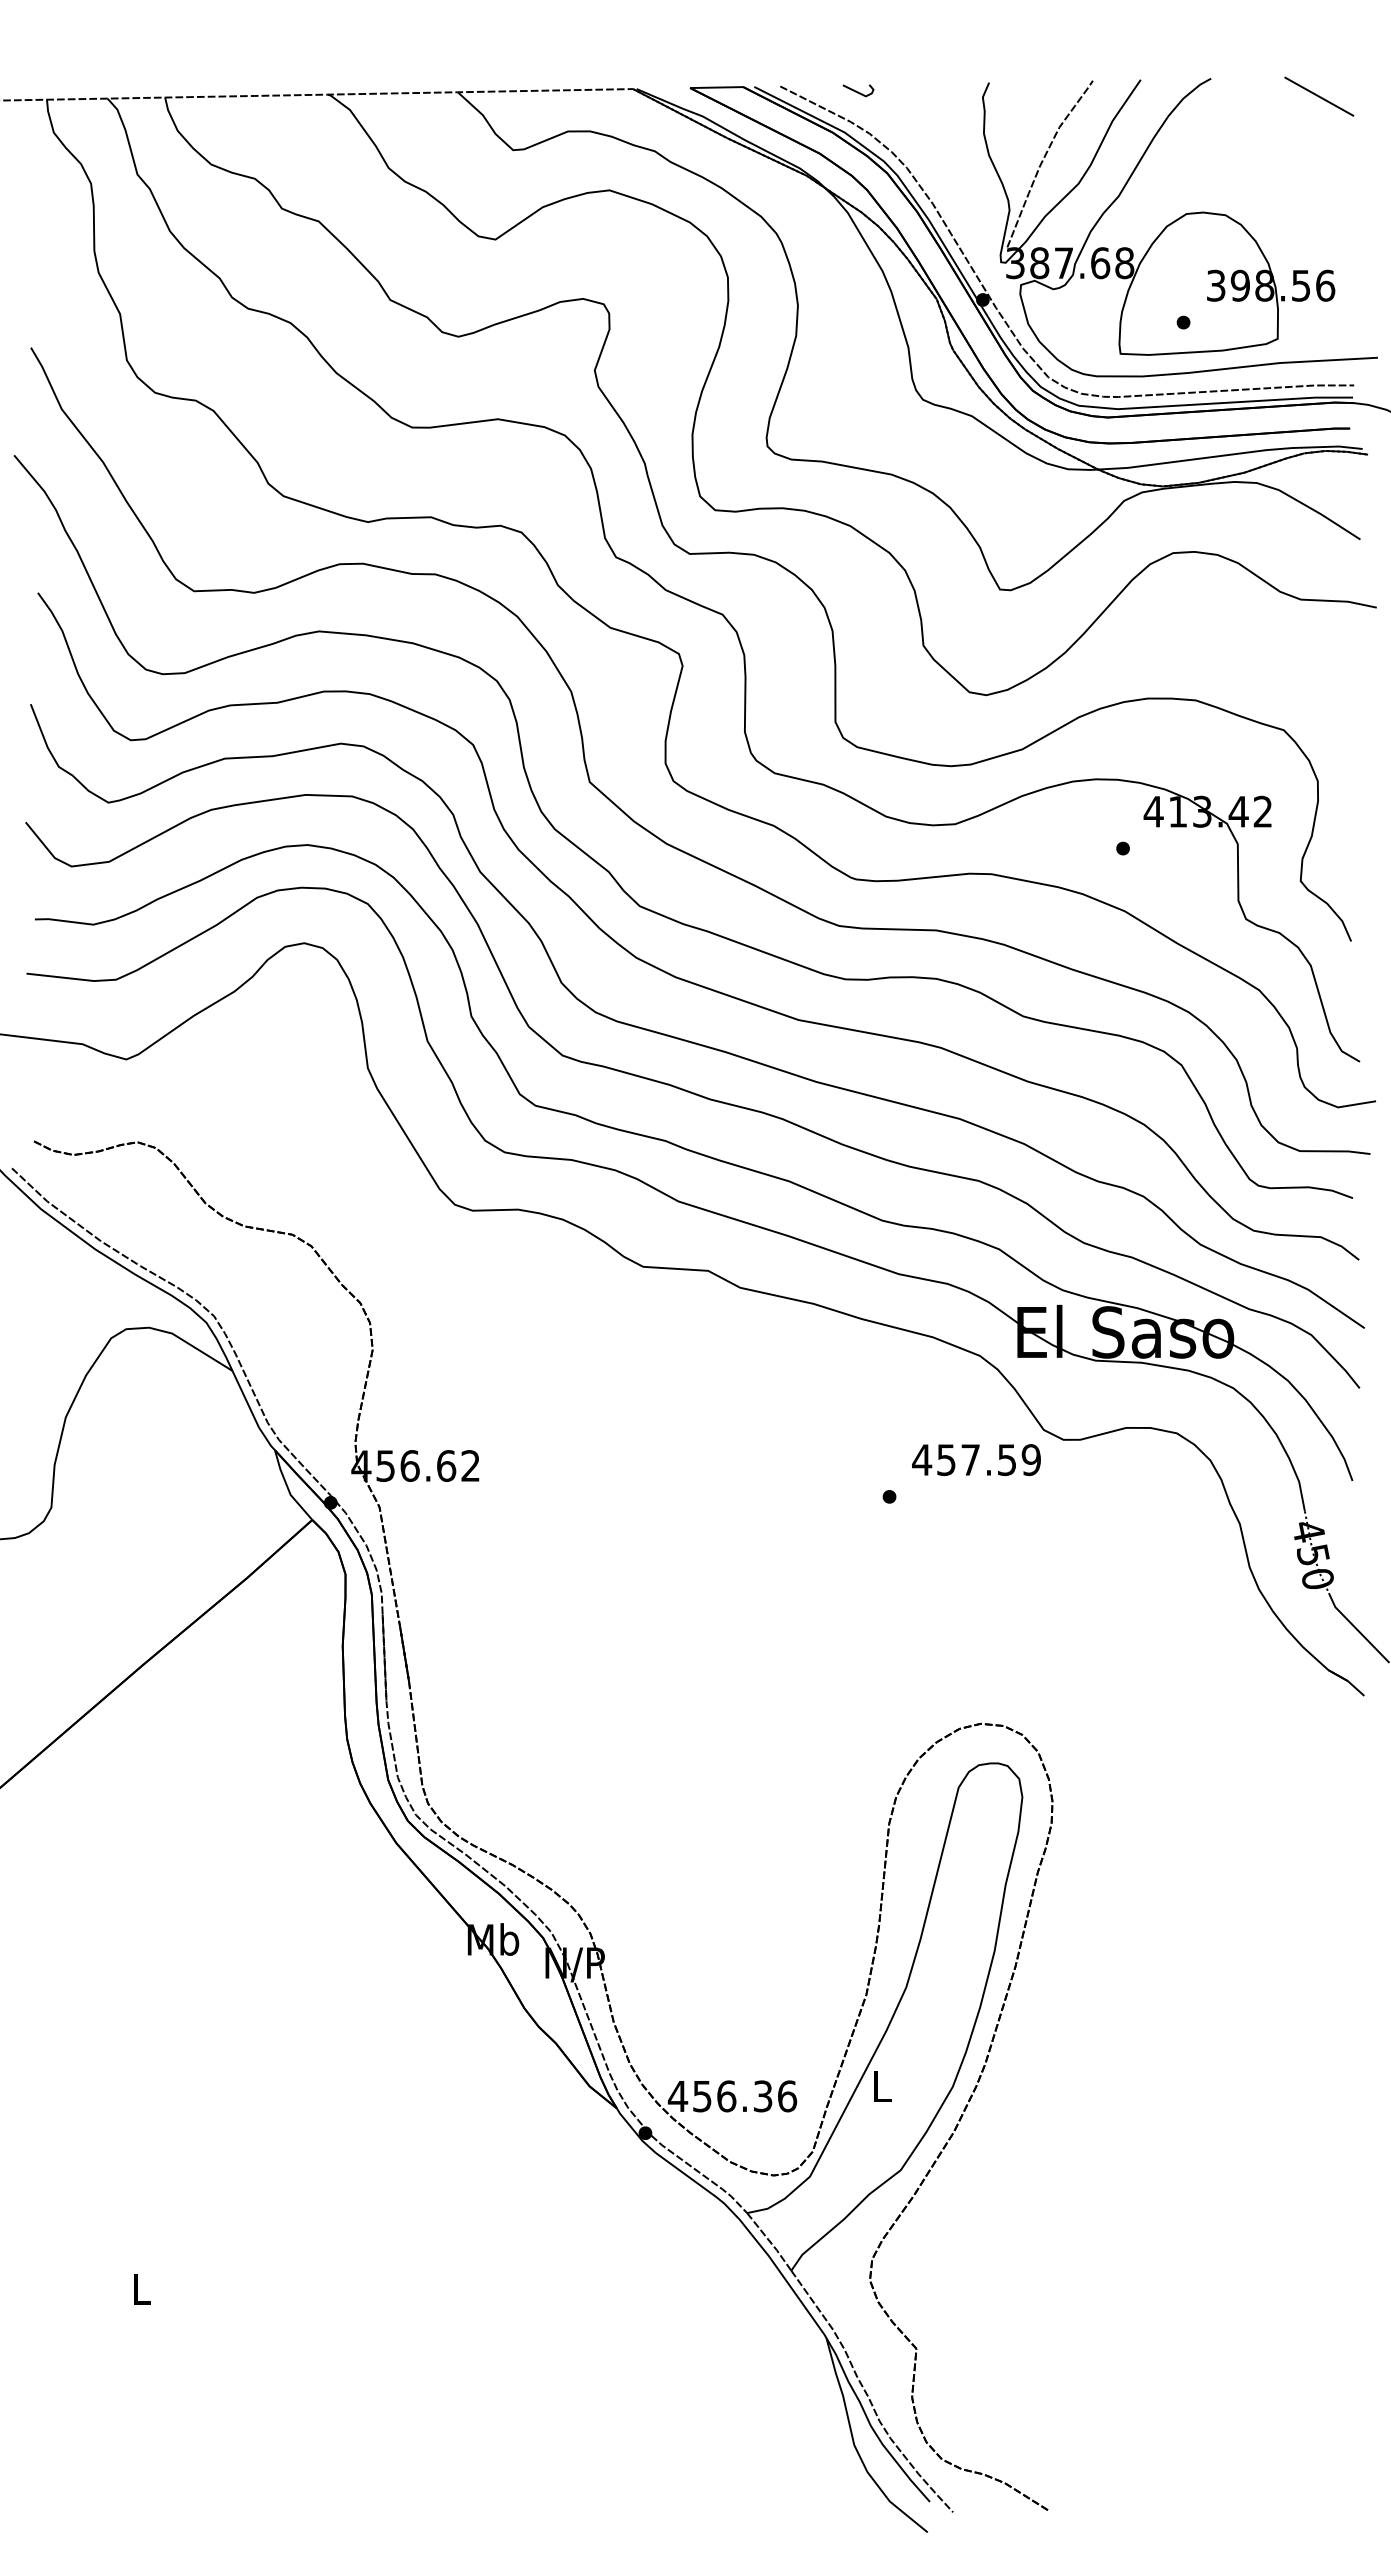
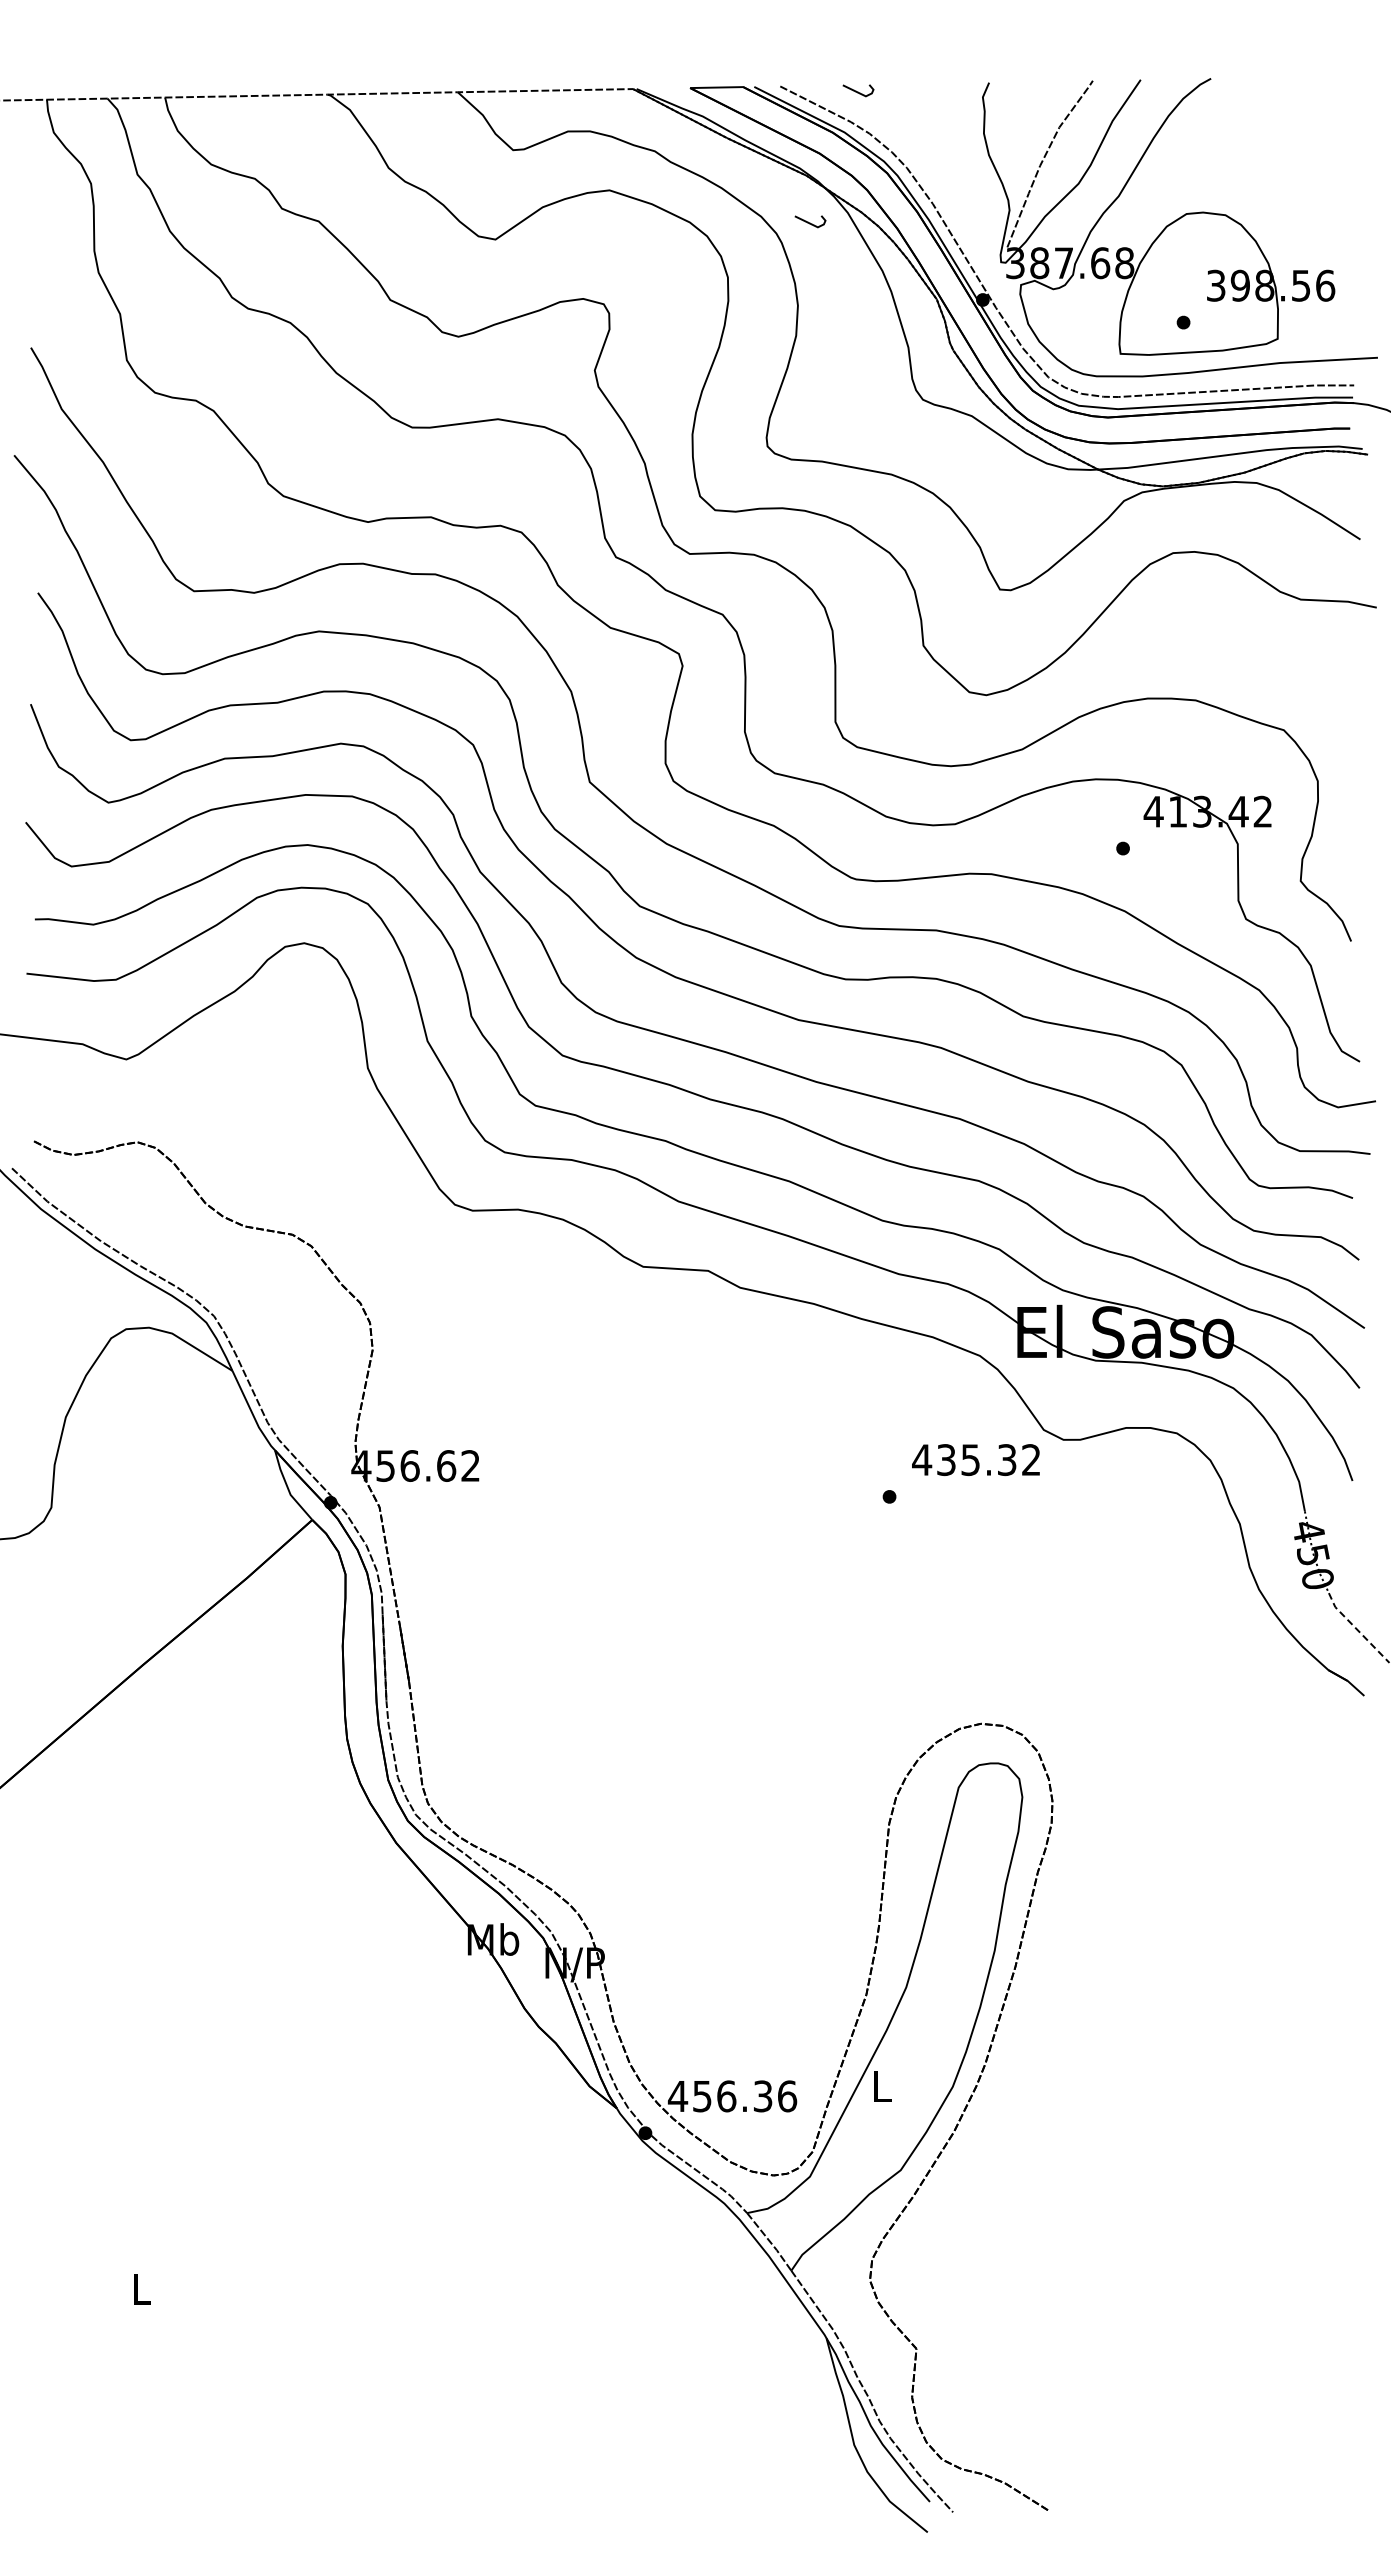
line at (1319, 96): present -> none
line at (810, 222): none -> present
text at (988, 1460): 457.59 -> 435.32
line at (1356, 1629): solid -> dashed
